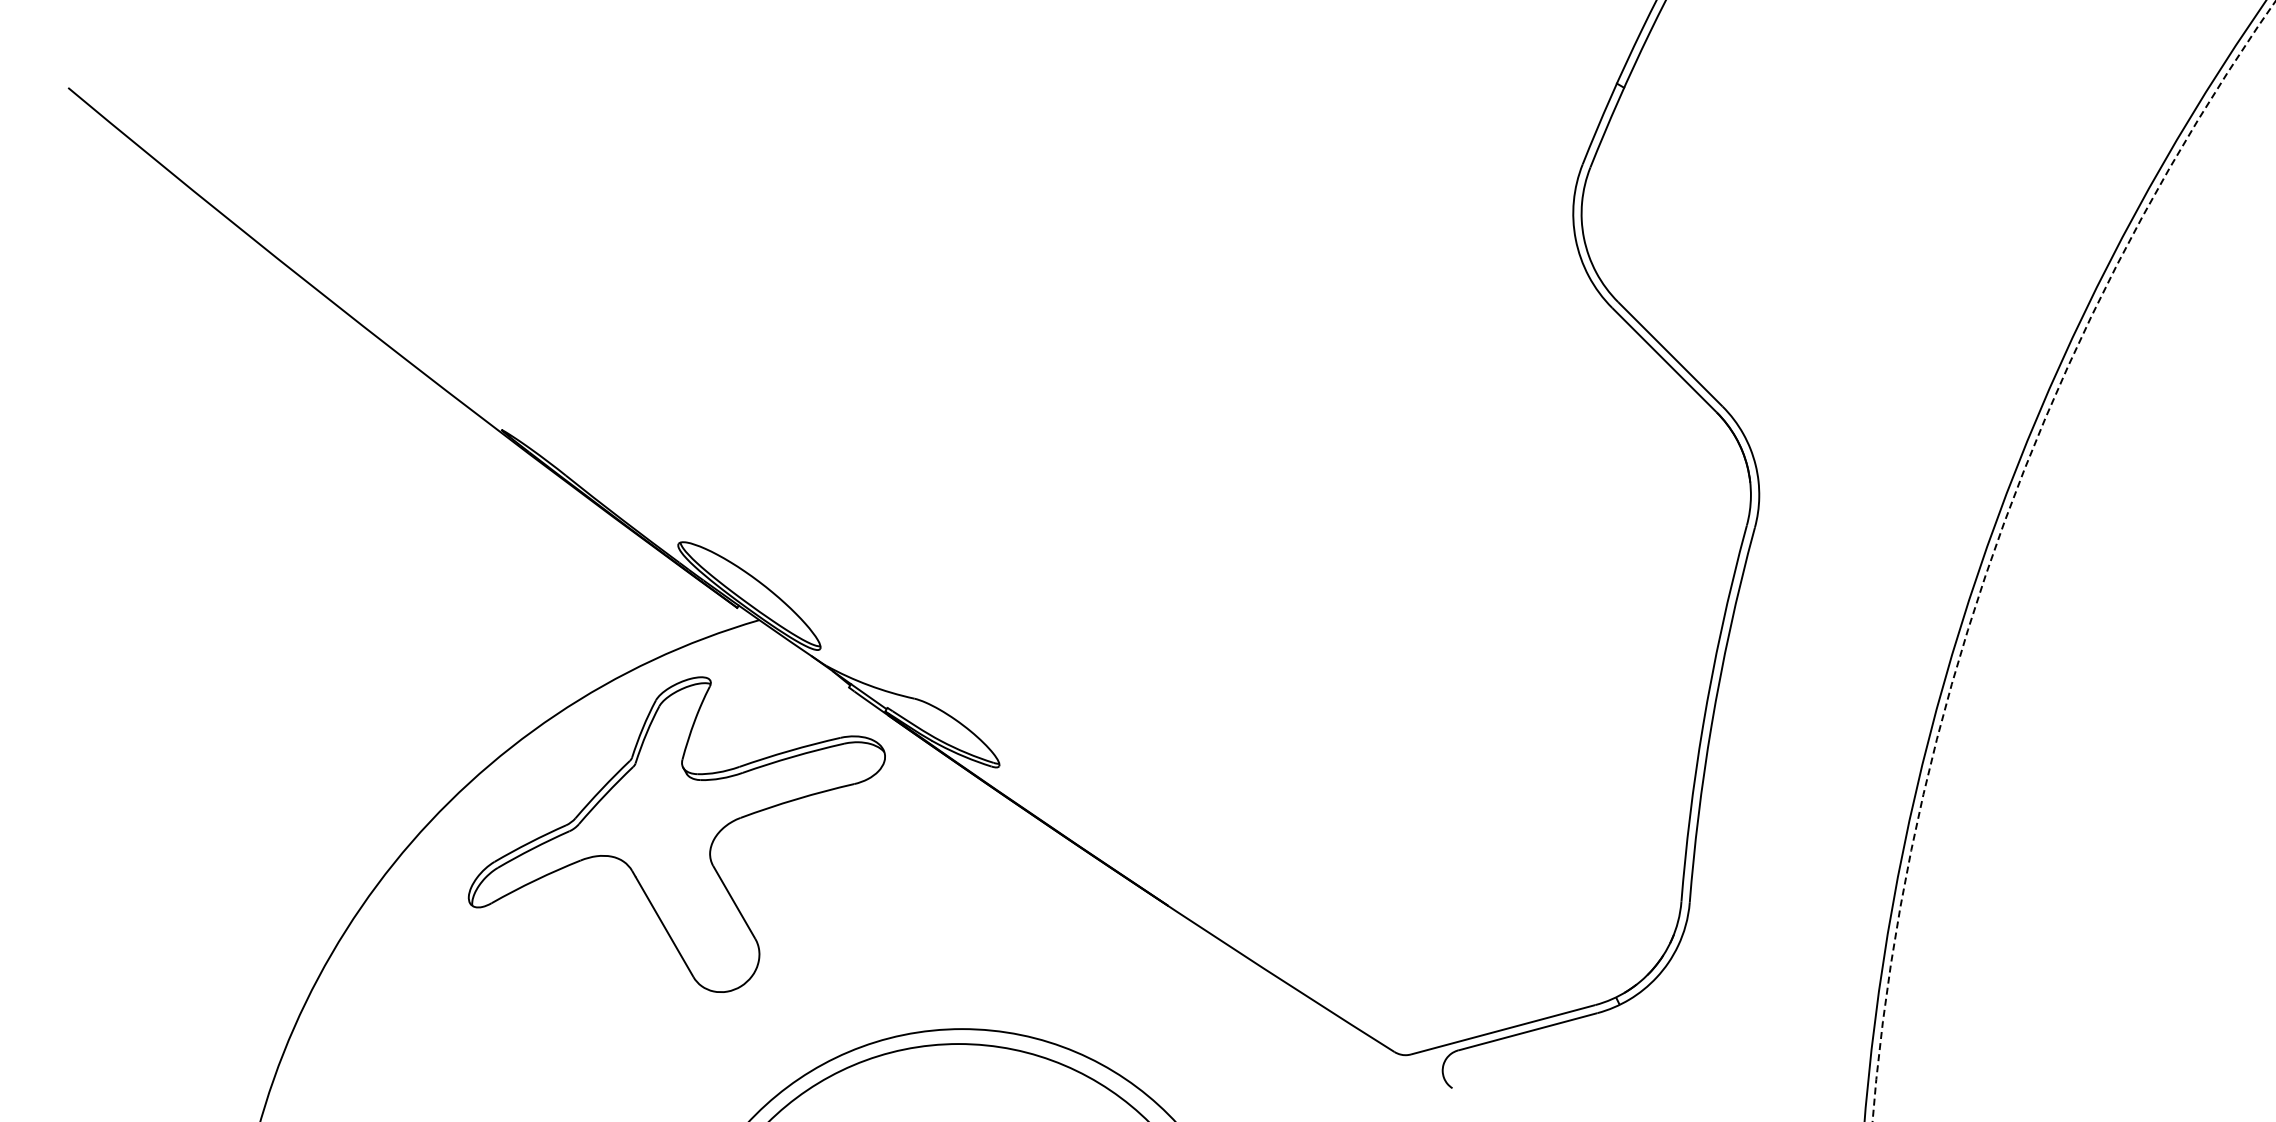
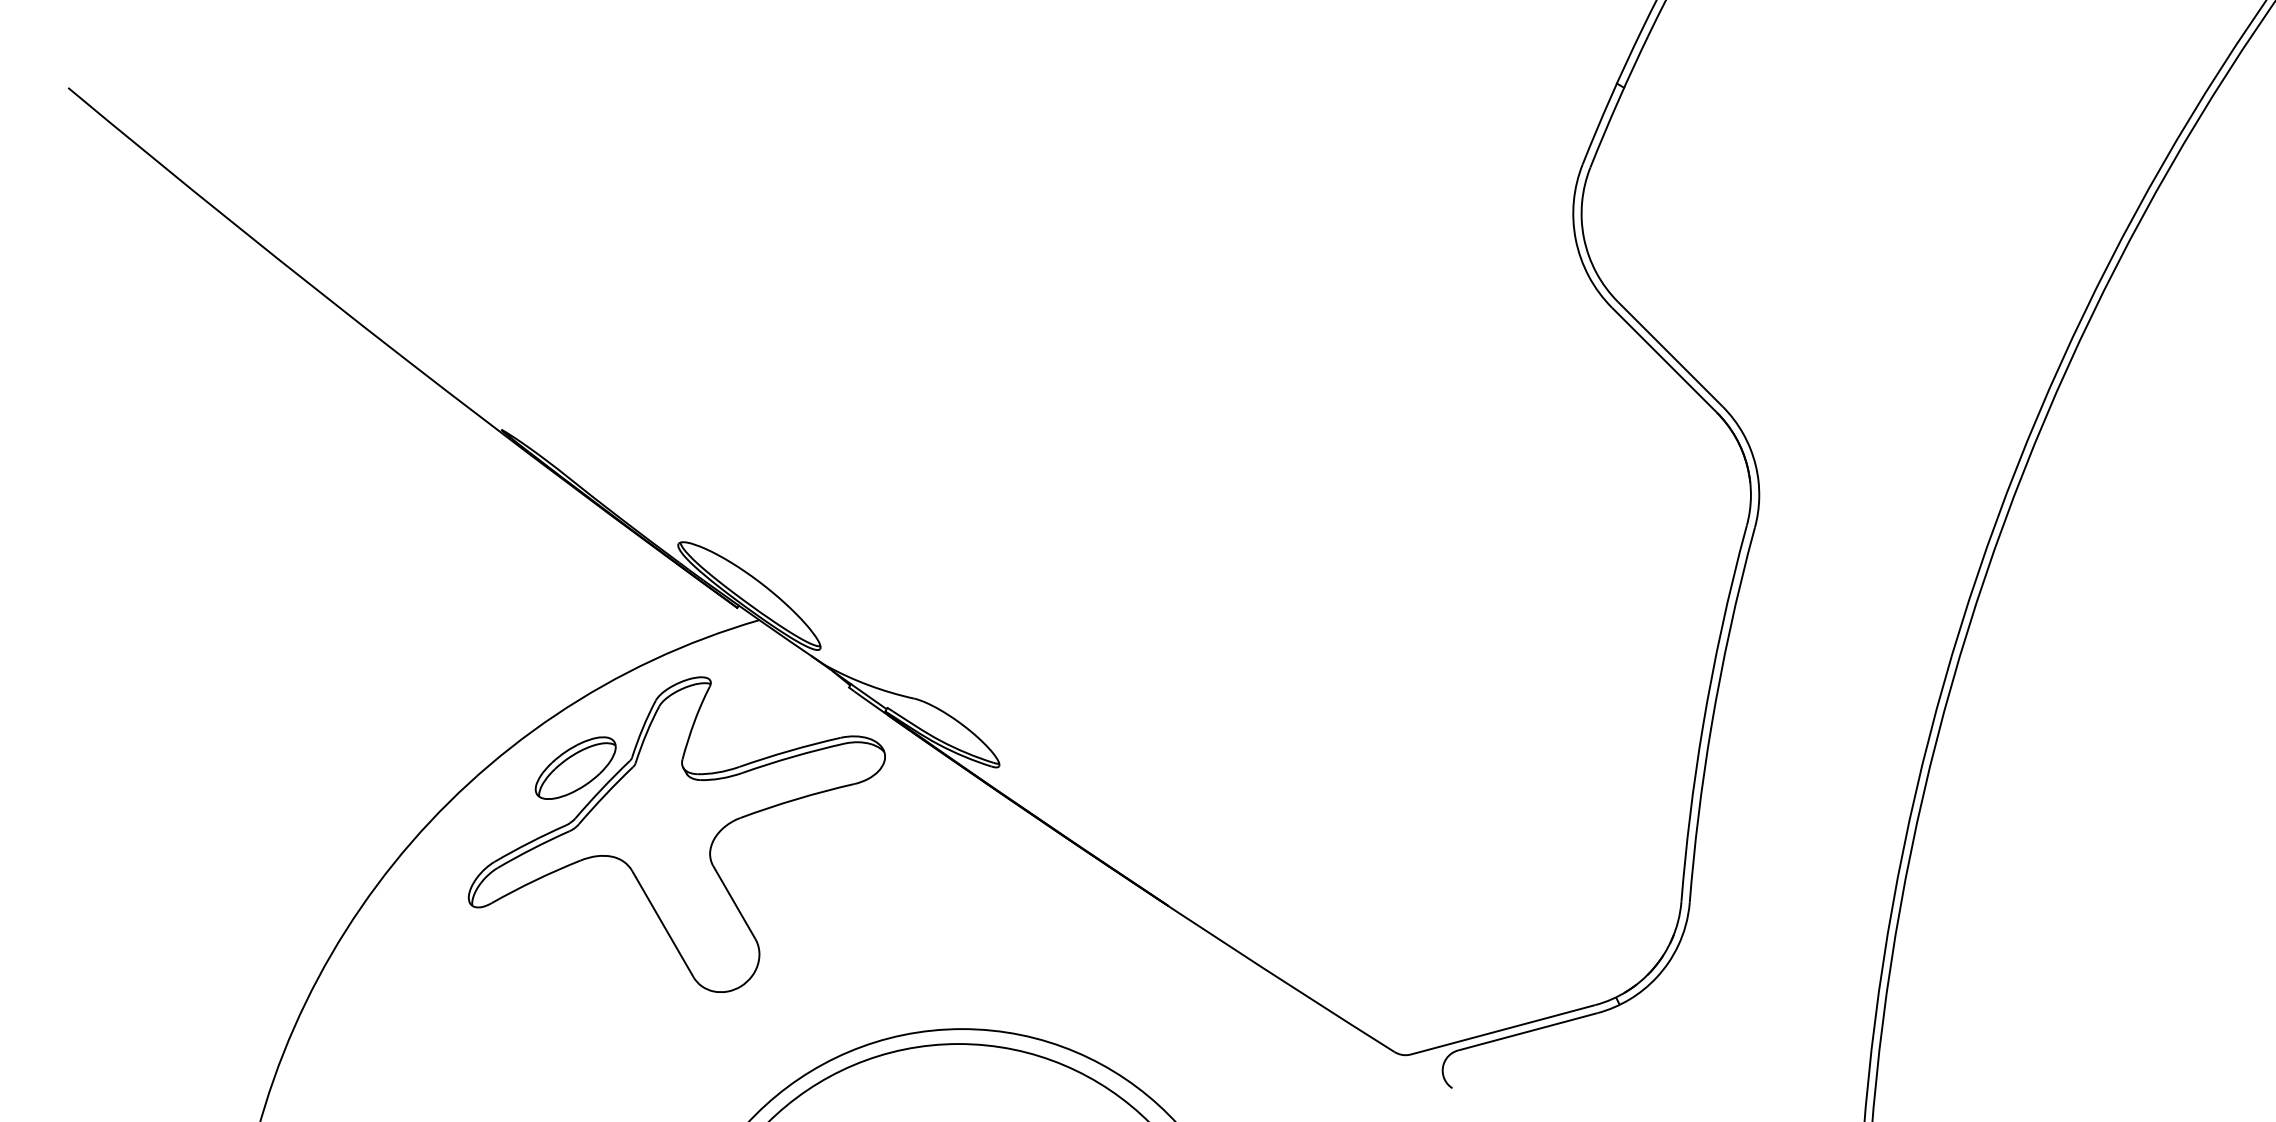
circle at (2073, 560): dashed -> solid
part at (575, 767): none -> present
